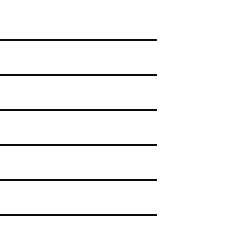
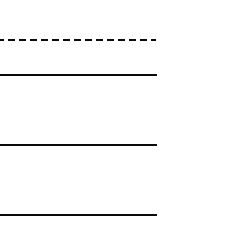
line at (78, 39): solid -> dashed
line at (78, 110): present -> none
line at (78, 180): present -> none
